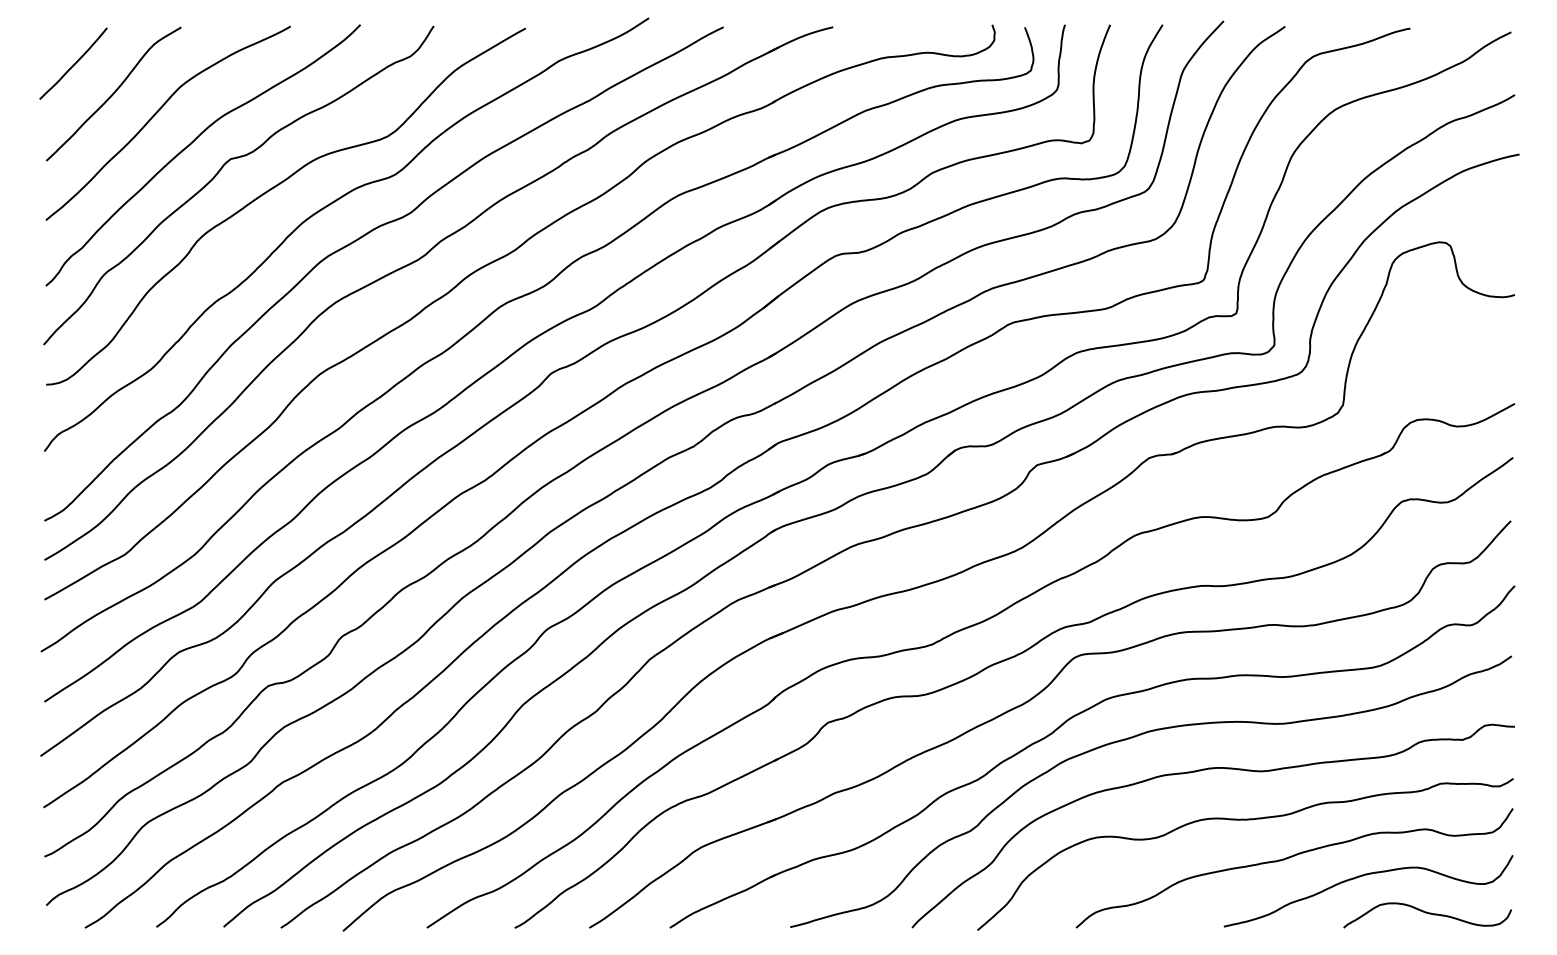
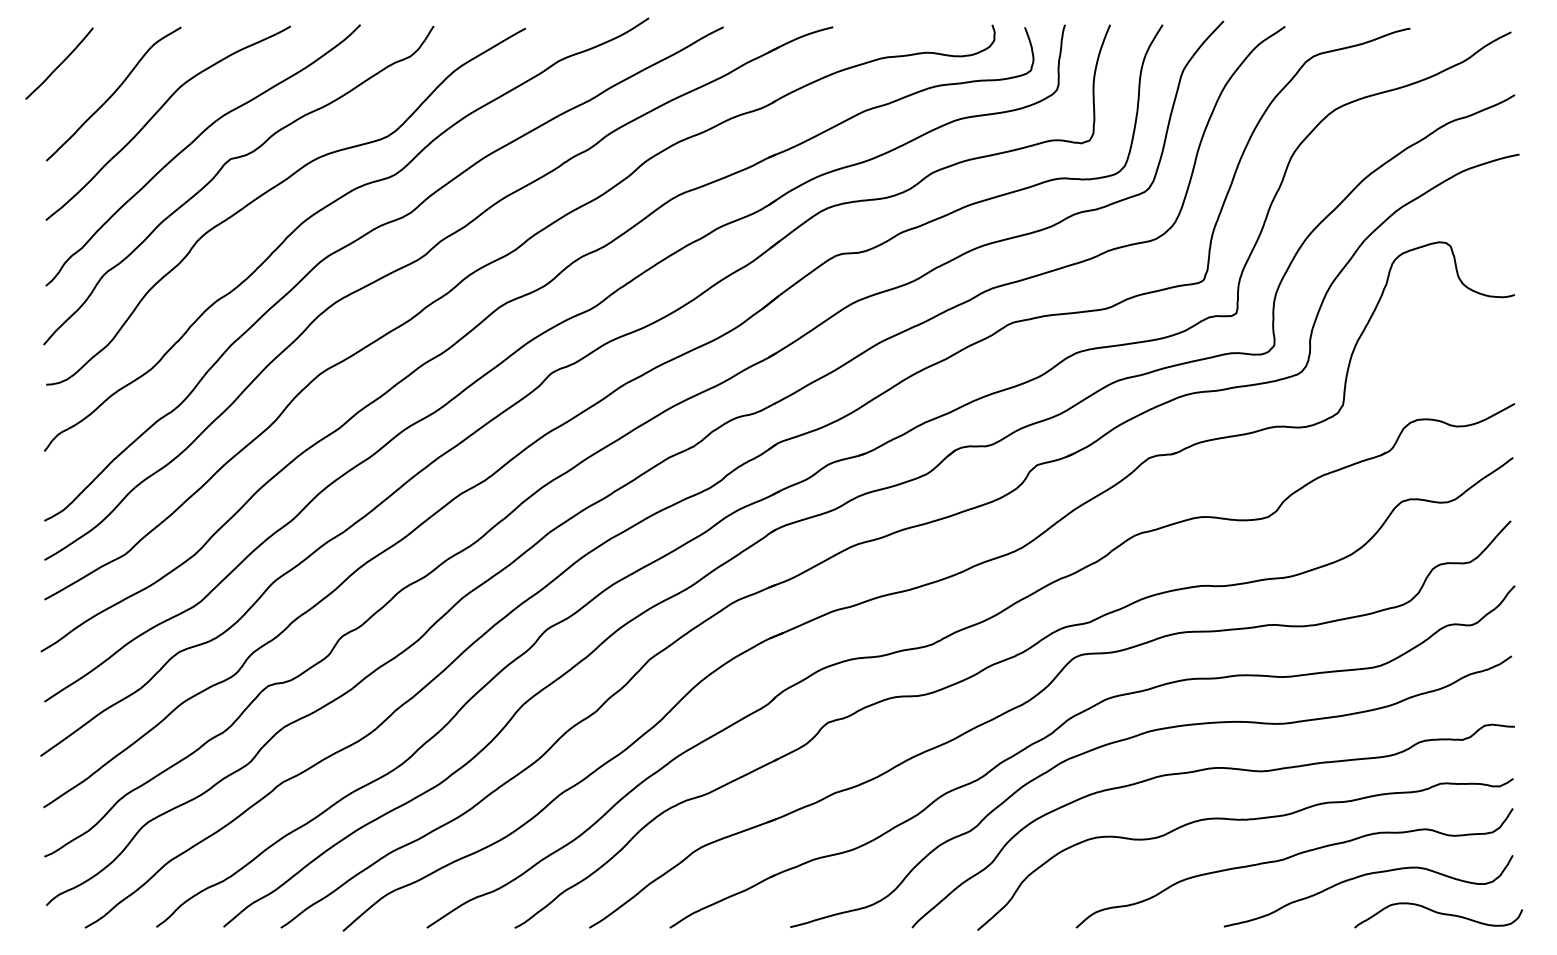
curve at (74, 63) position: (74, 63) -> (60, 63)
curve at (1428, 914) position: (1428, 914) -> (1439, 914)
